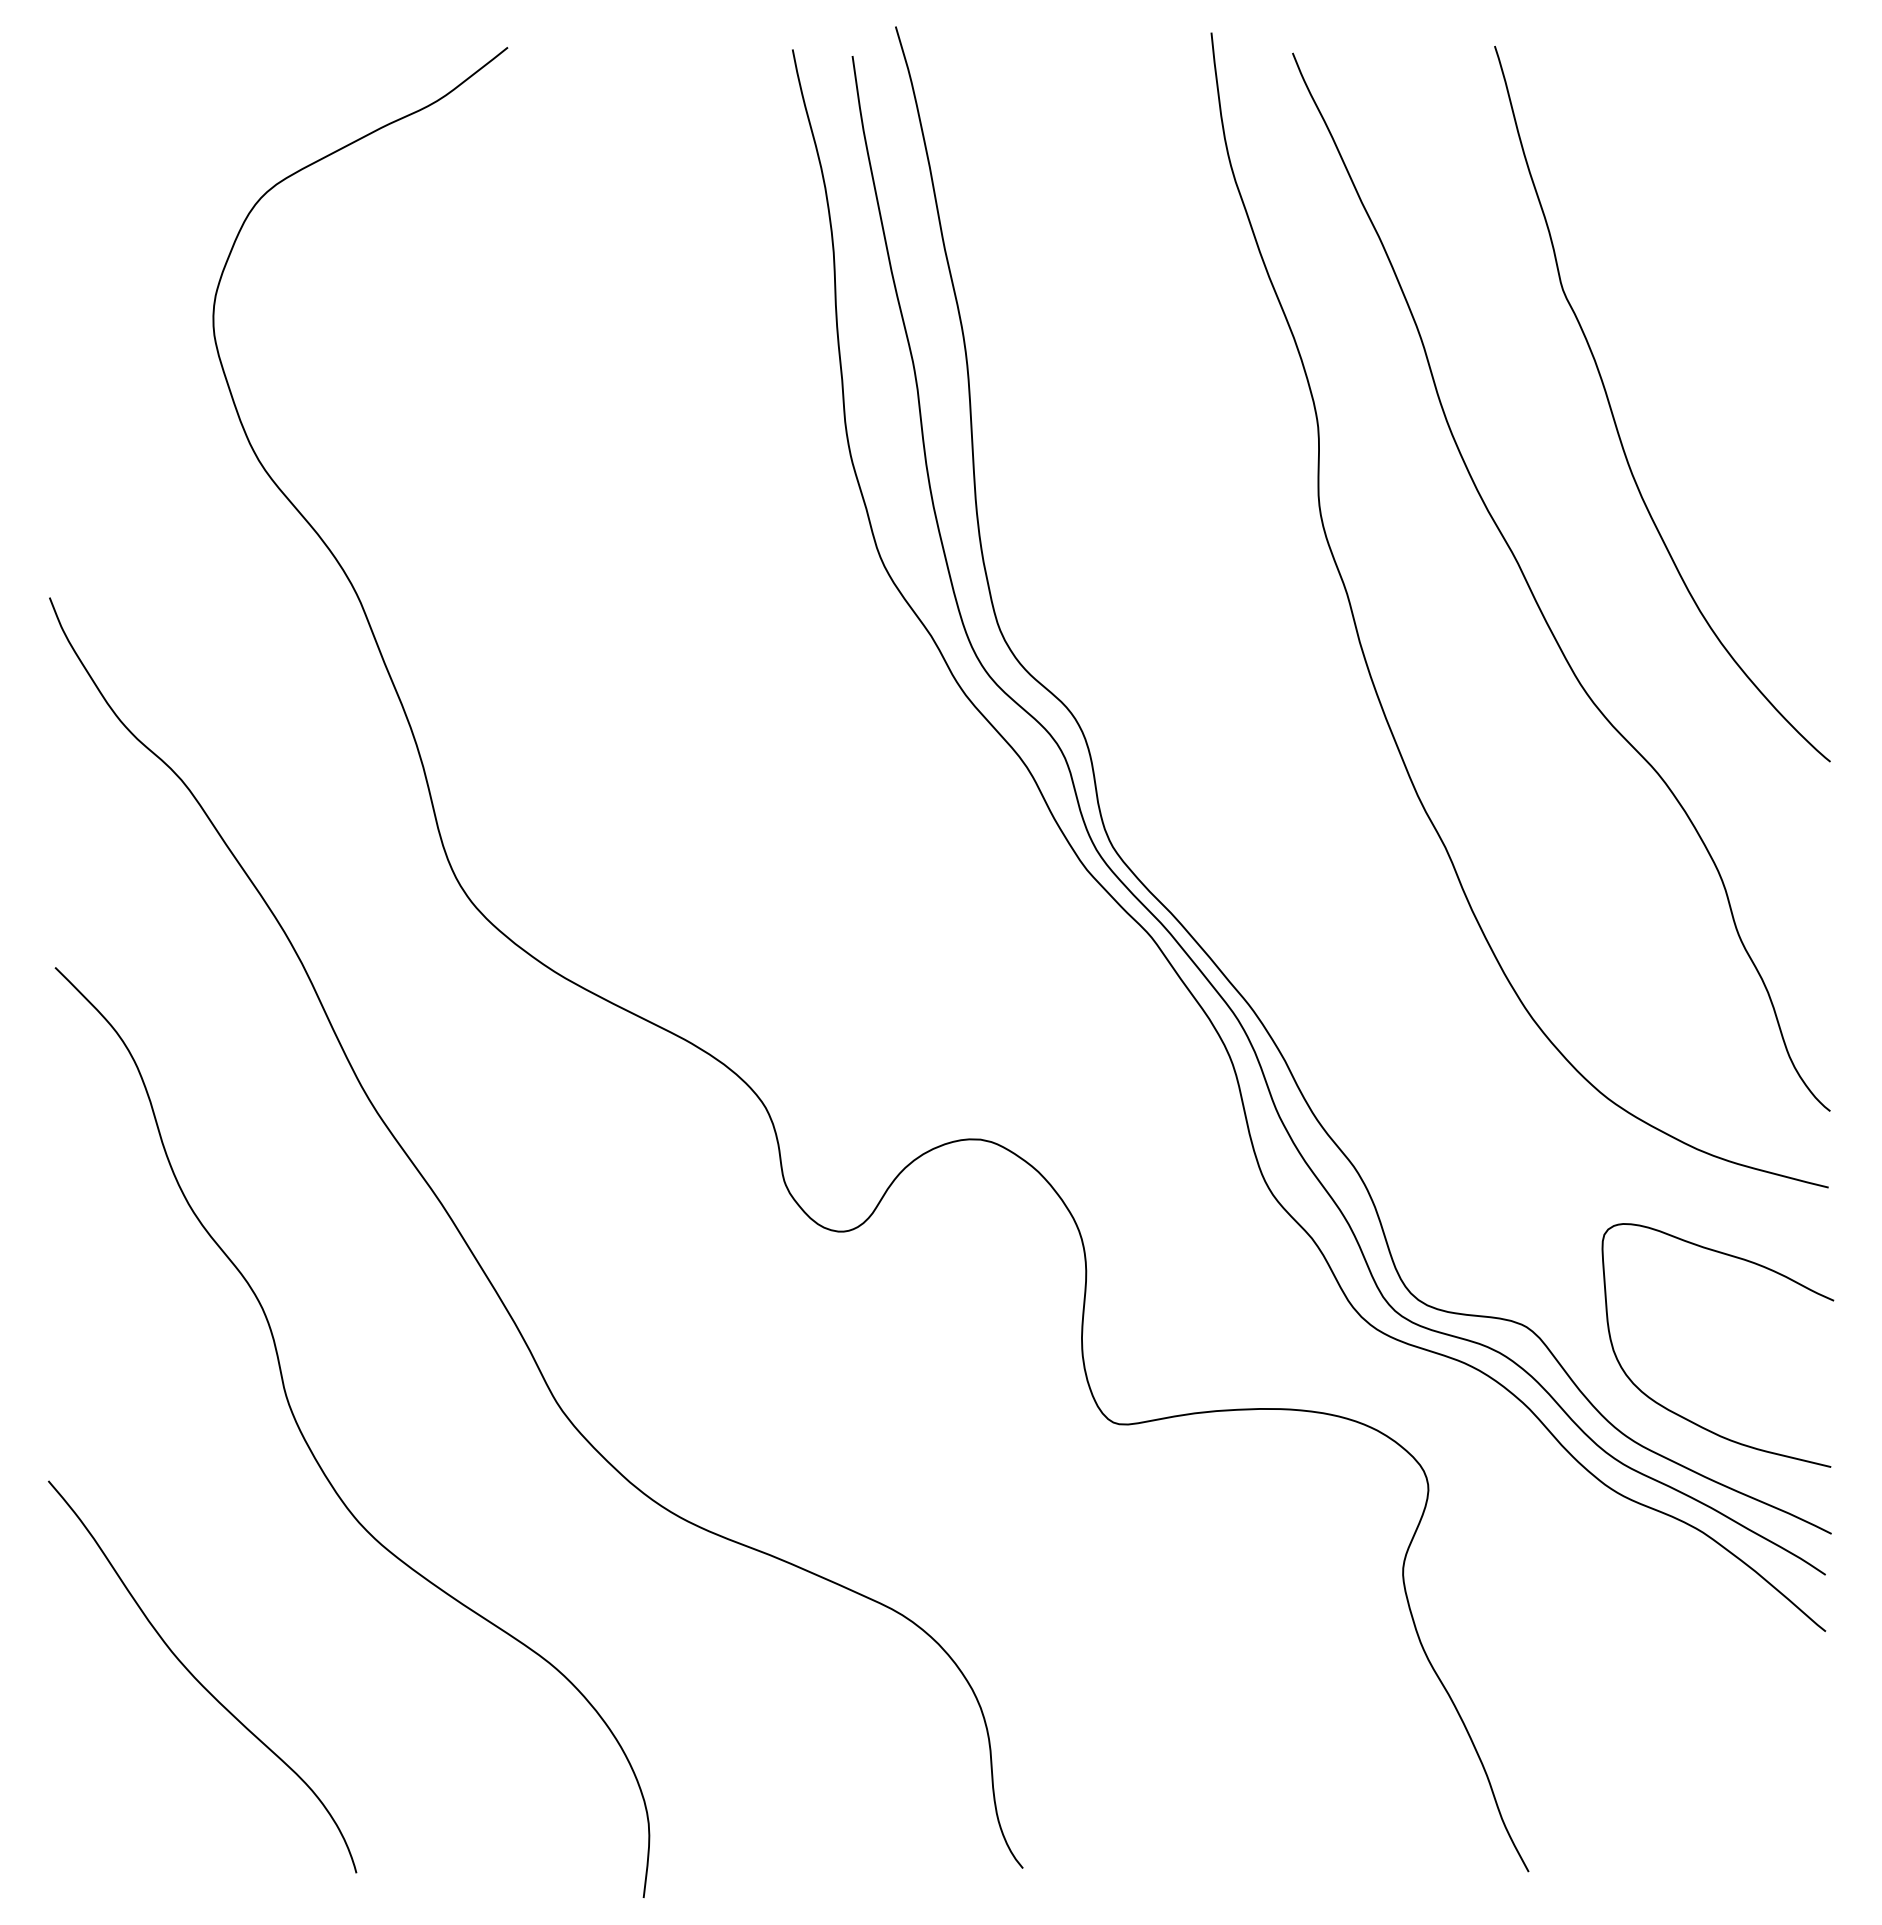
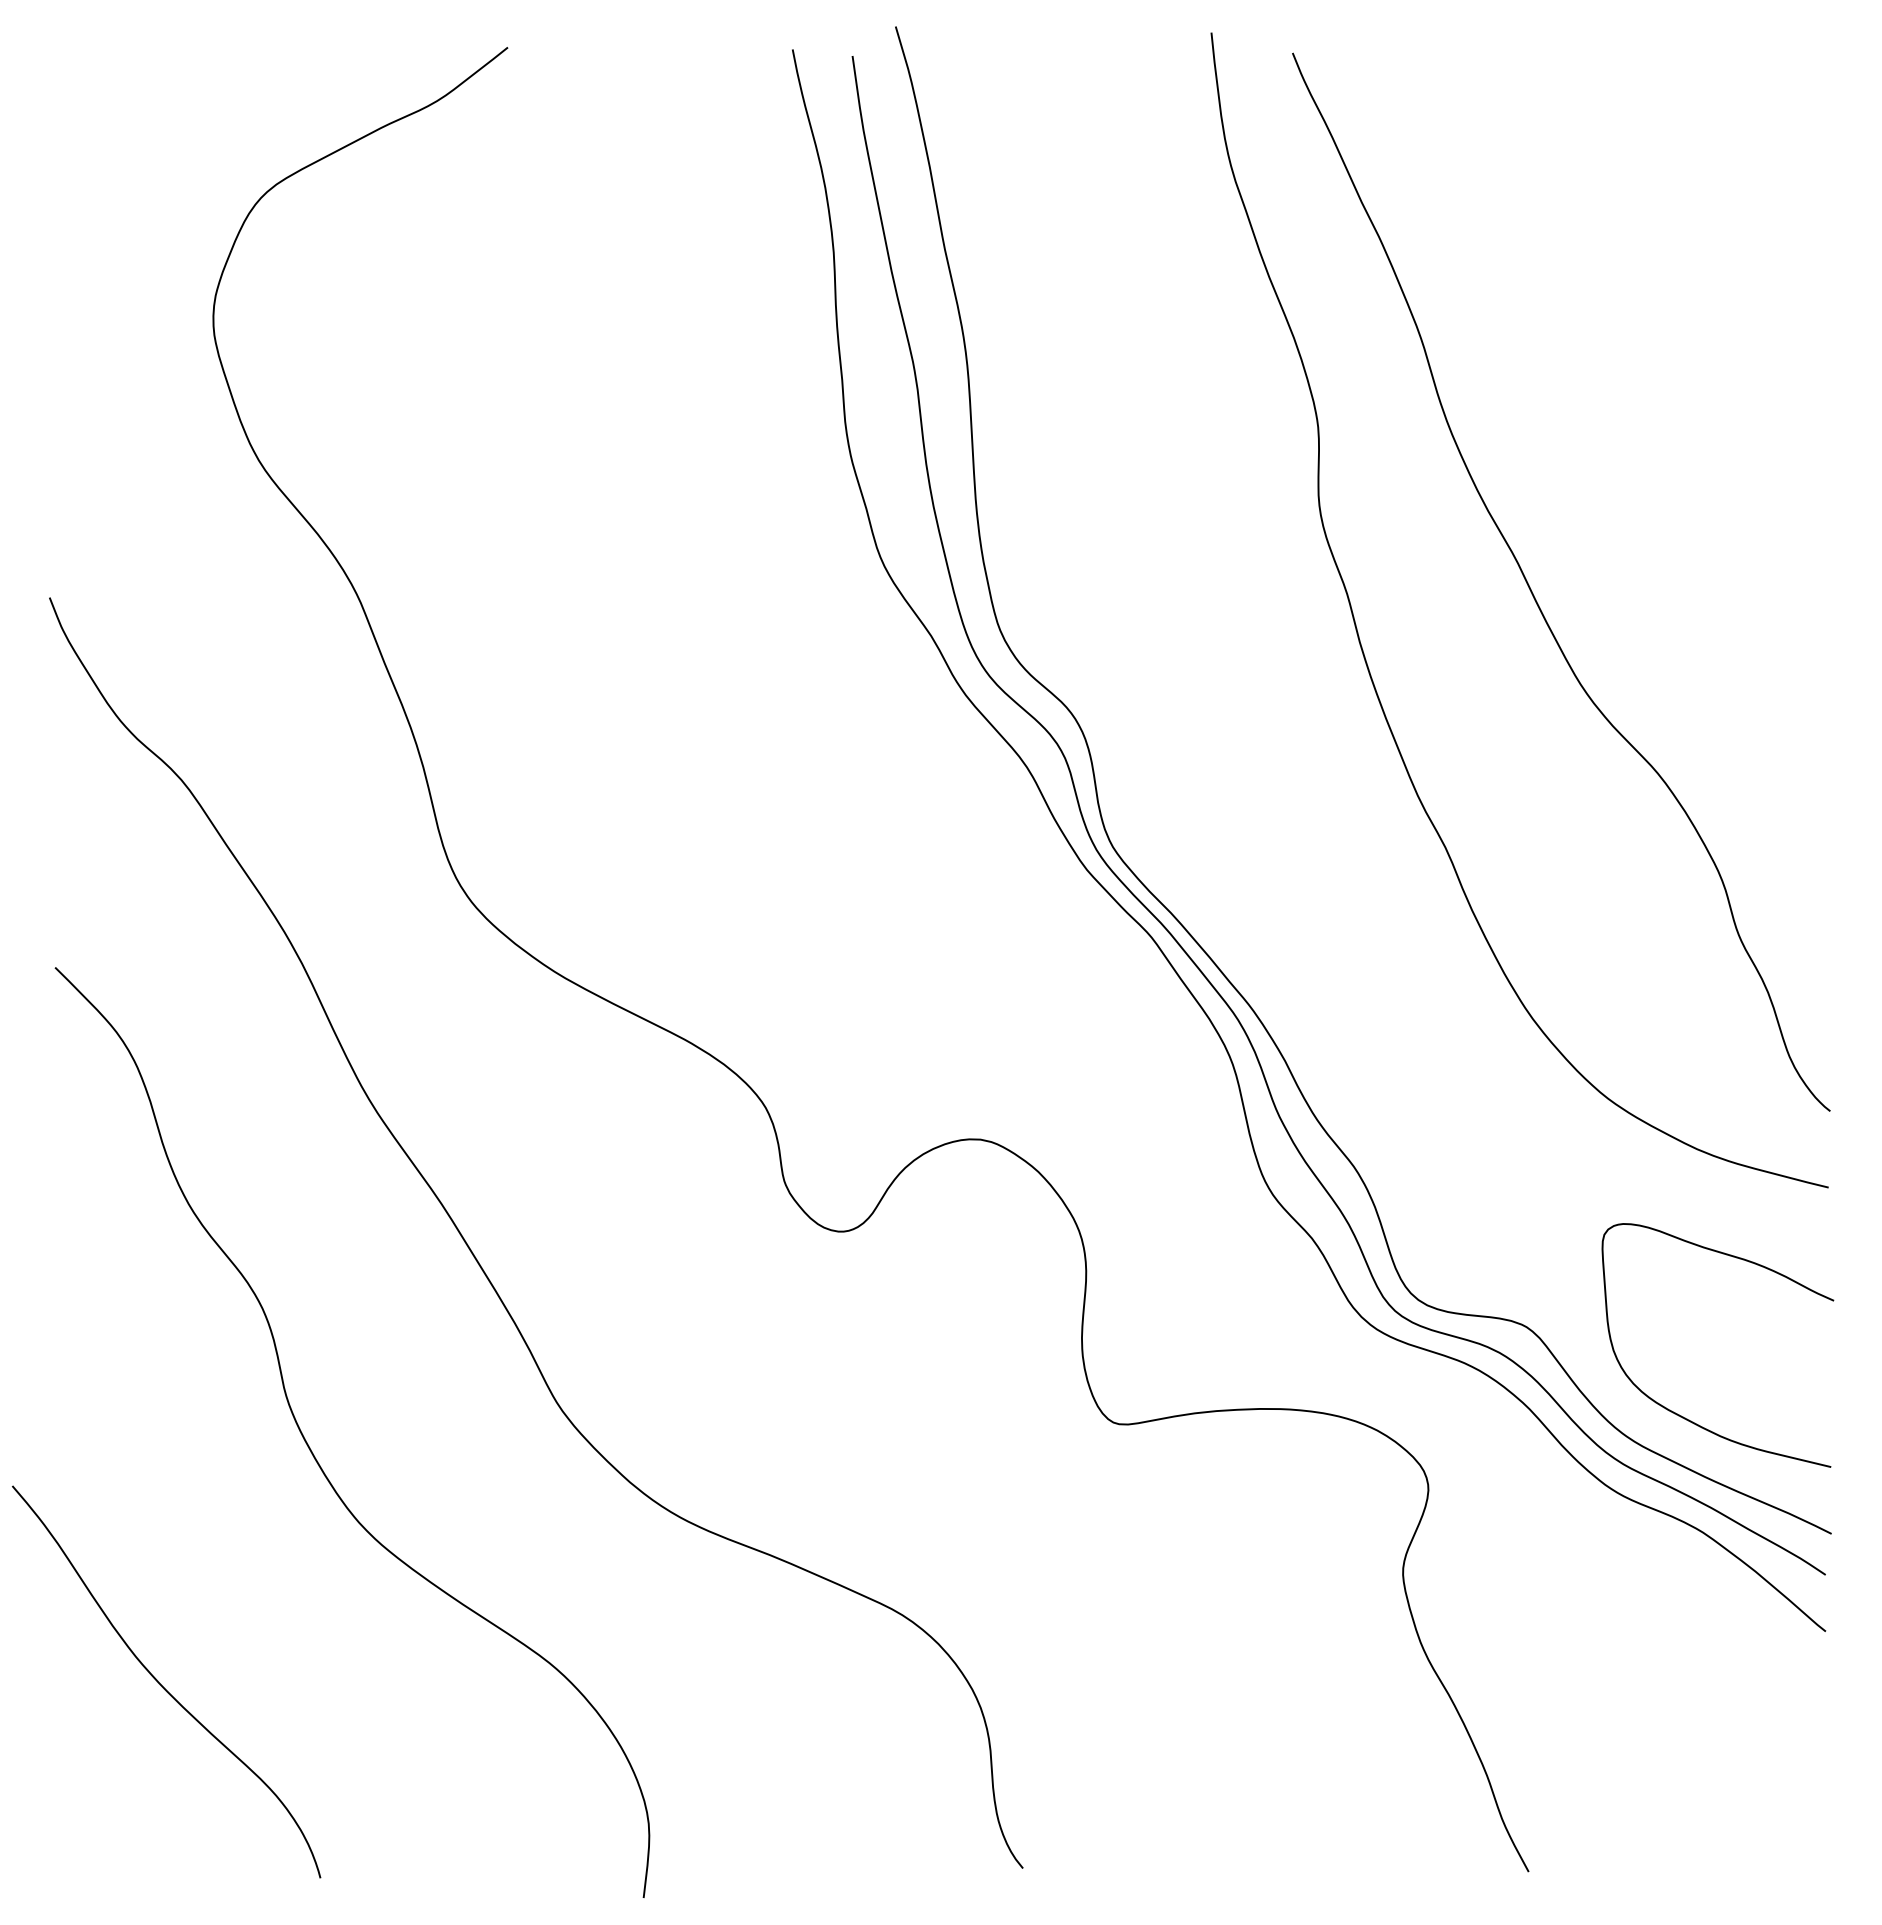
curve at (1614, 416): present -> none
curve at (198, 1680) position: (198, 1680) -> (162, 1685)
